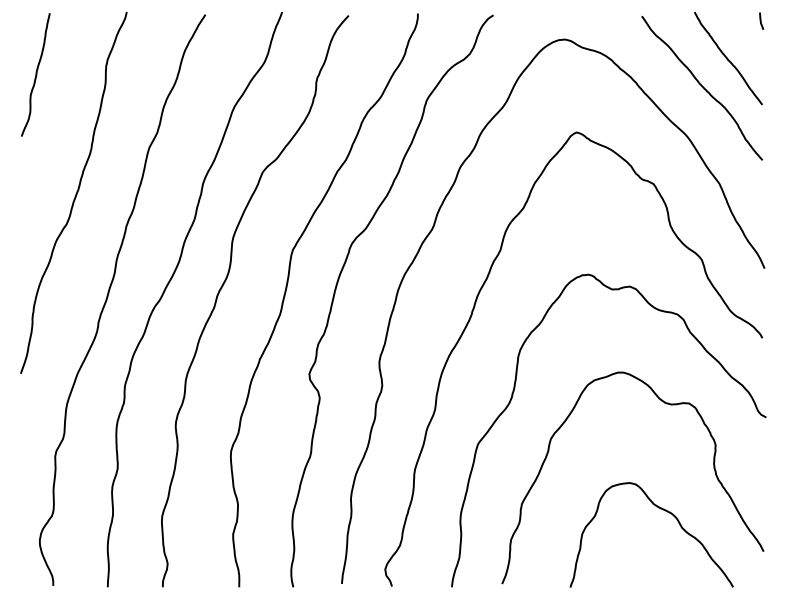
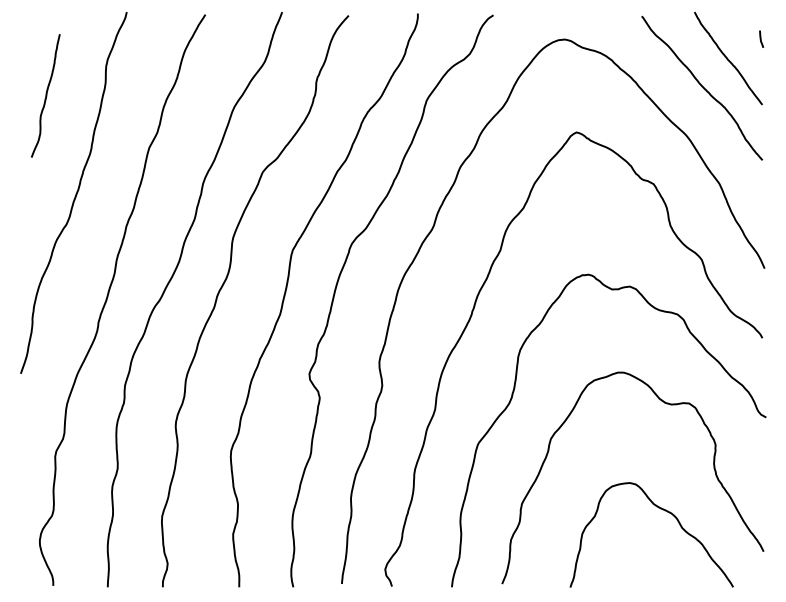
curve at (761, 20) position: (761, 20) -> (761, 38)
curve at (35, 74) position: (35, 74) -> (45, 95)
